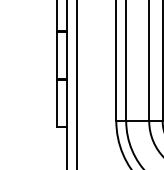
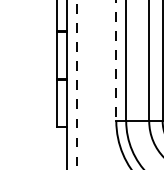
line at (116, 61): solid -> dashed
line at (77, 85): solid -> dashed
